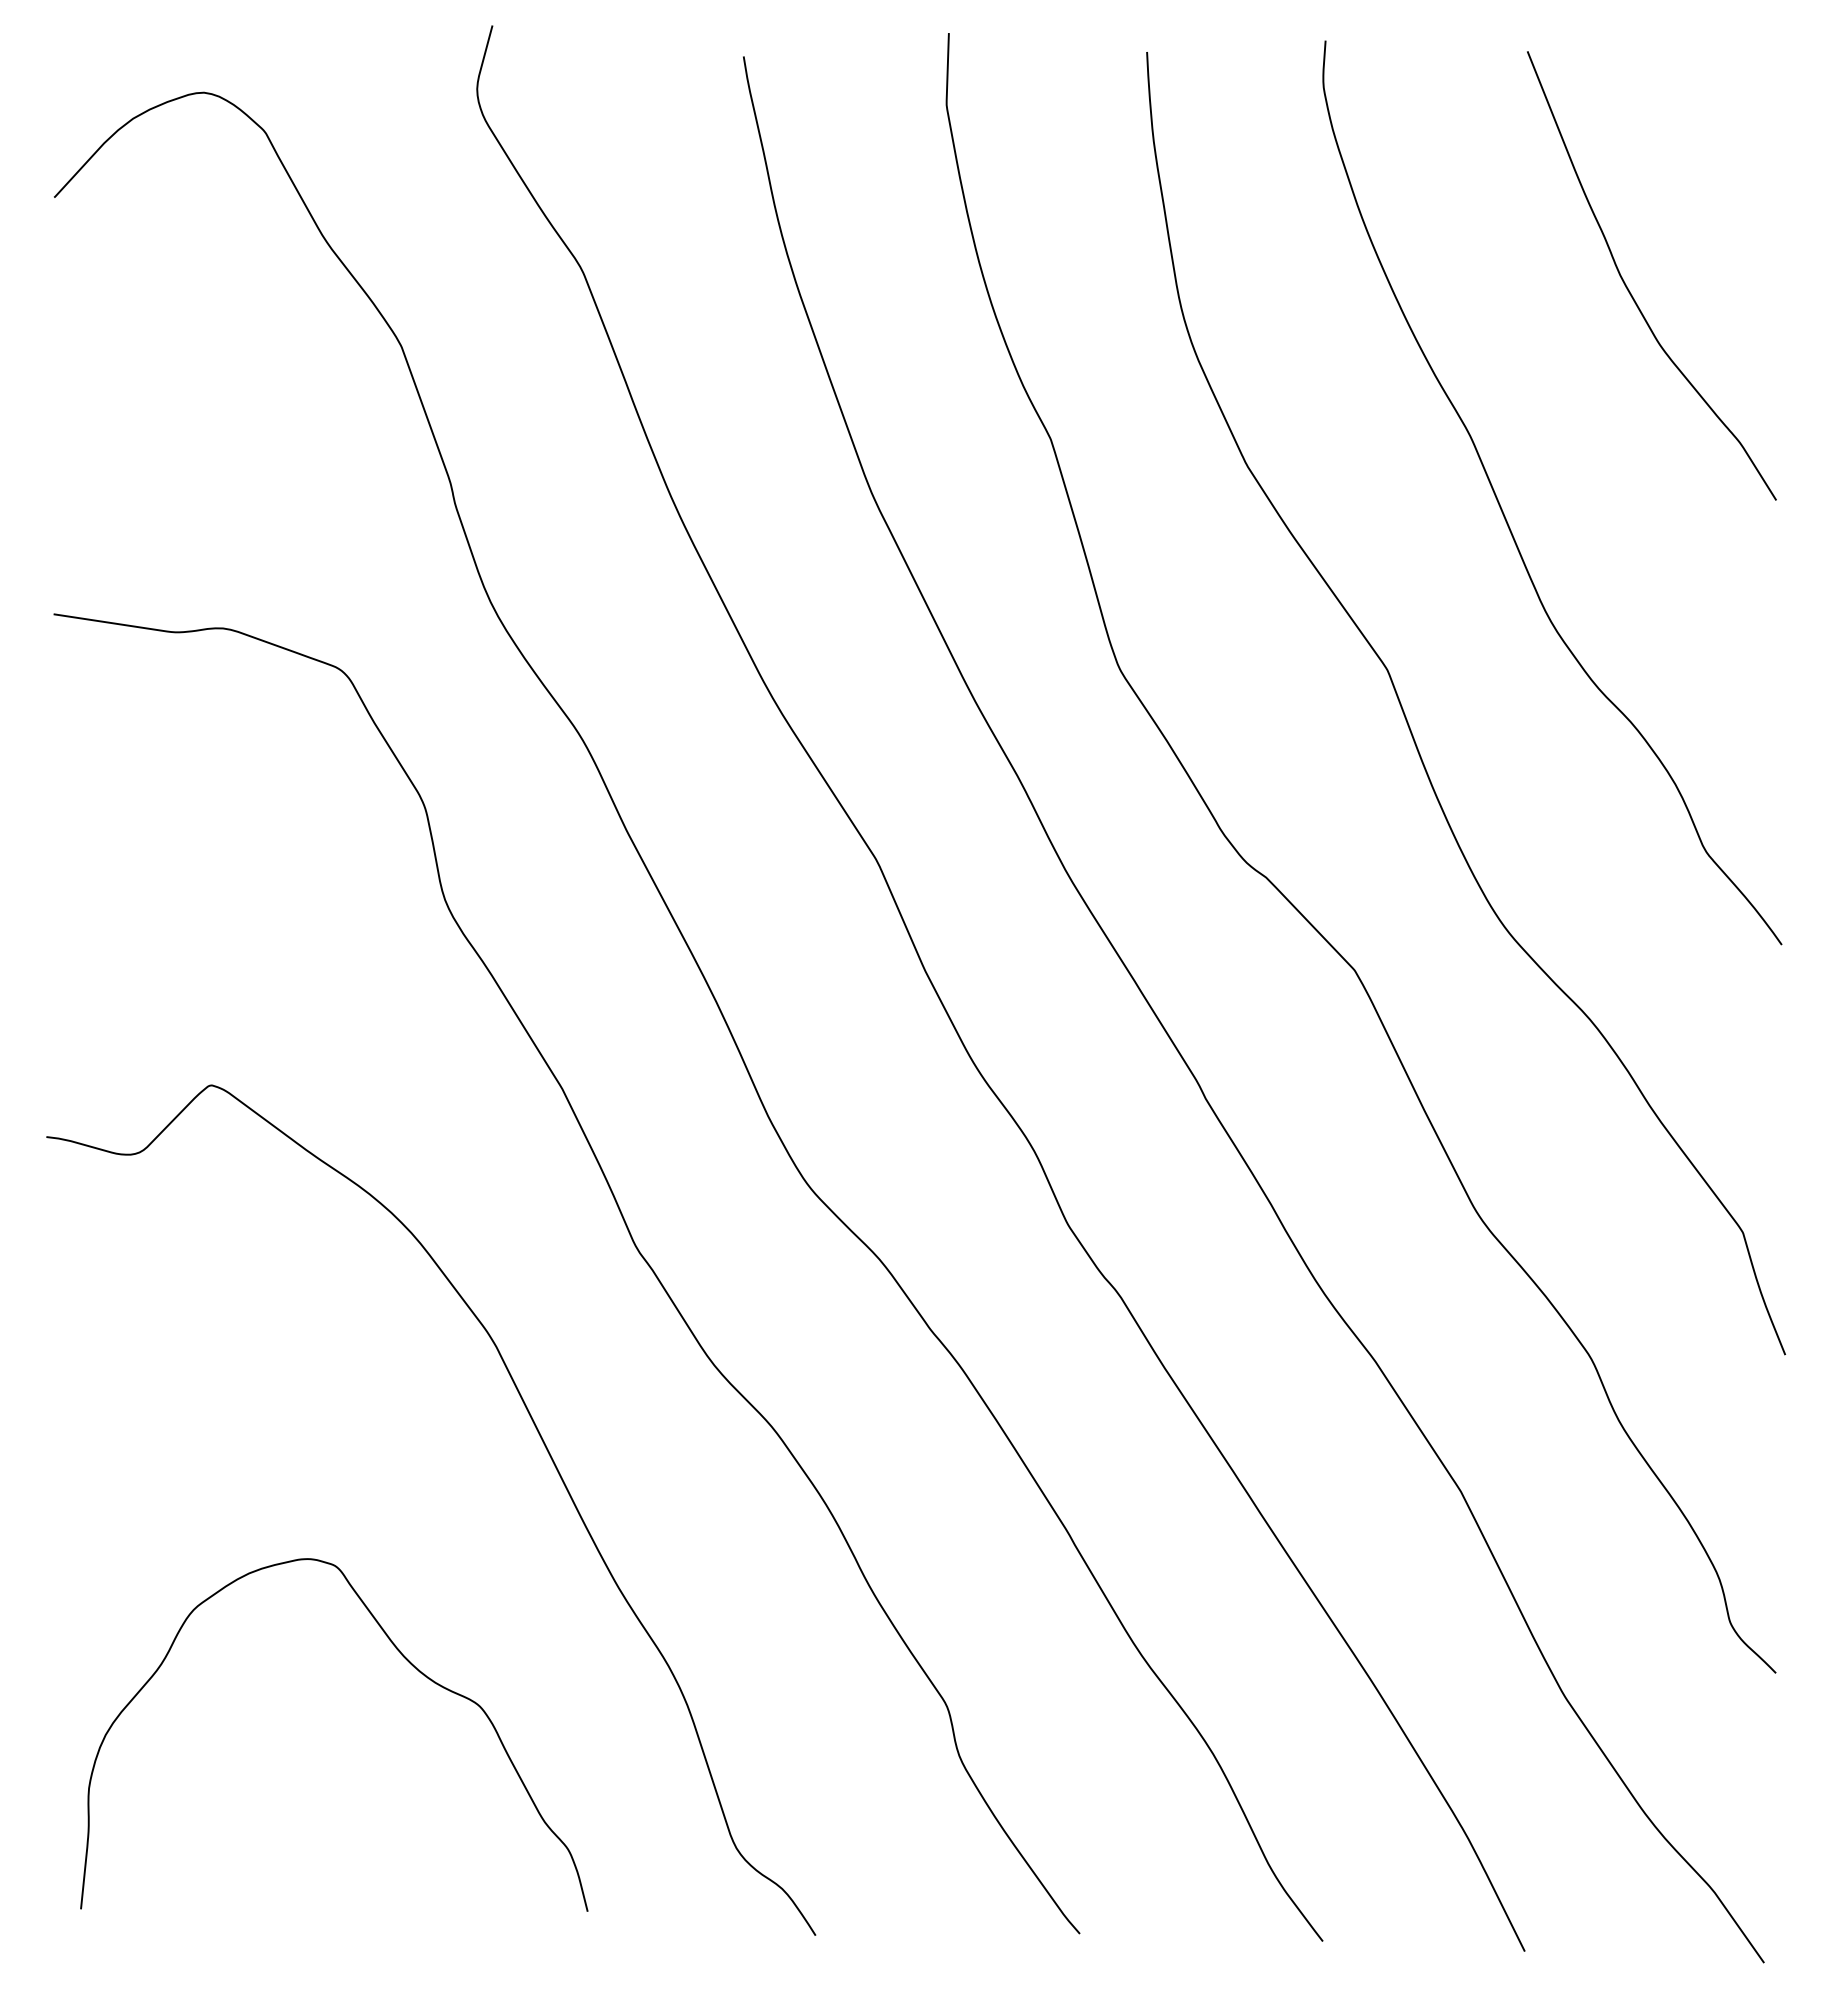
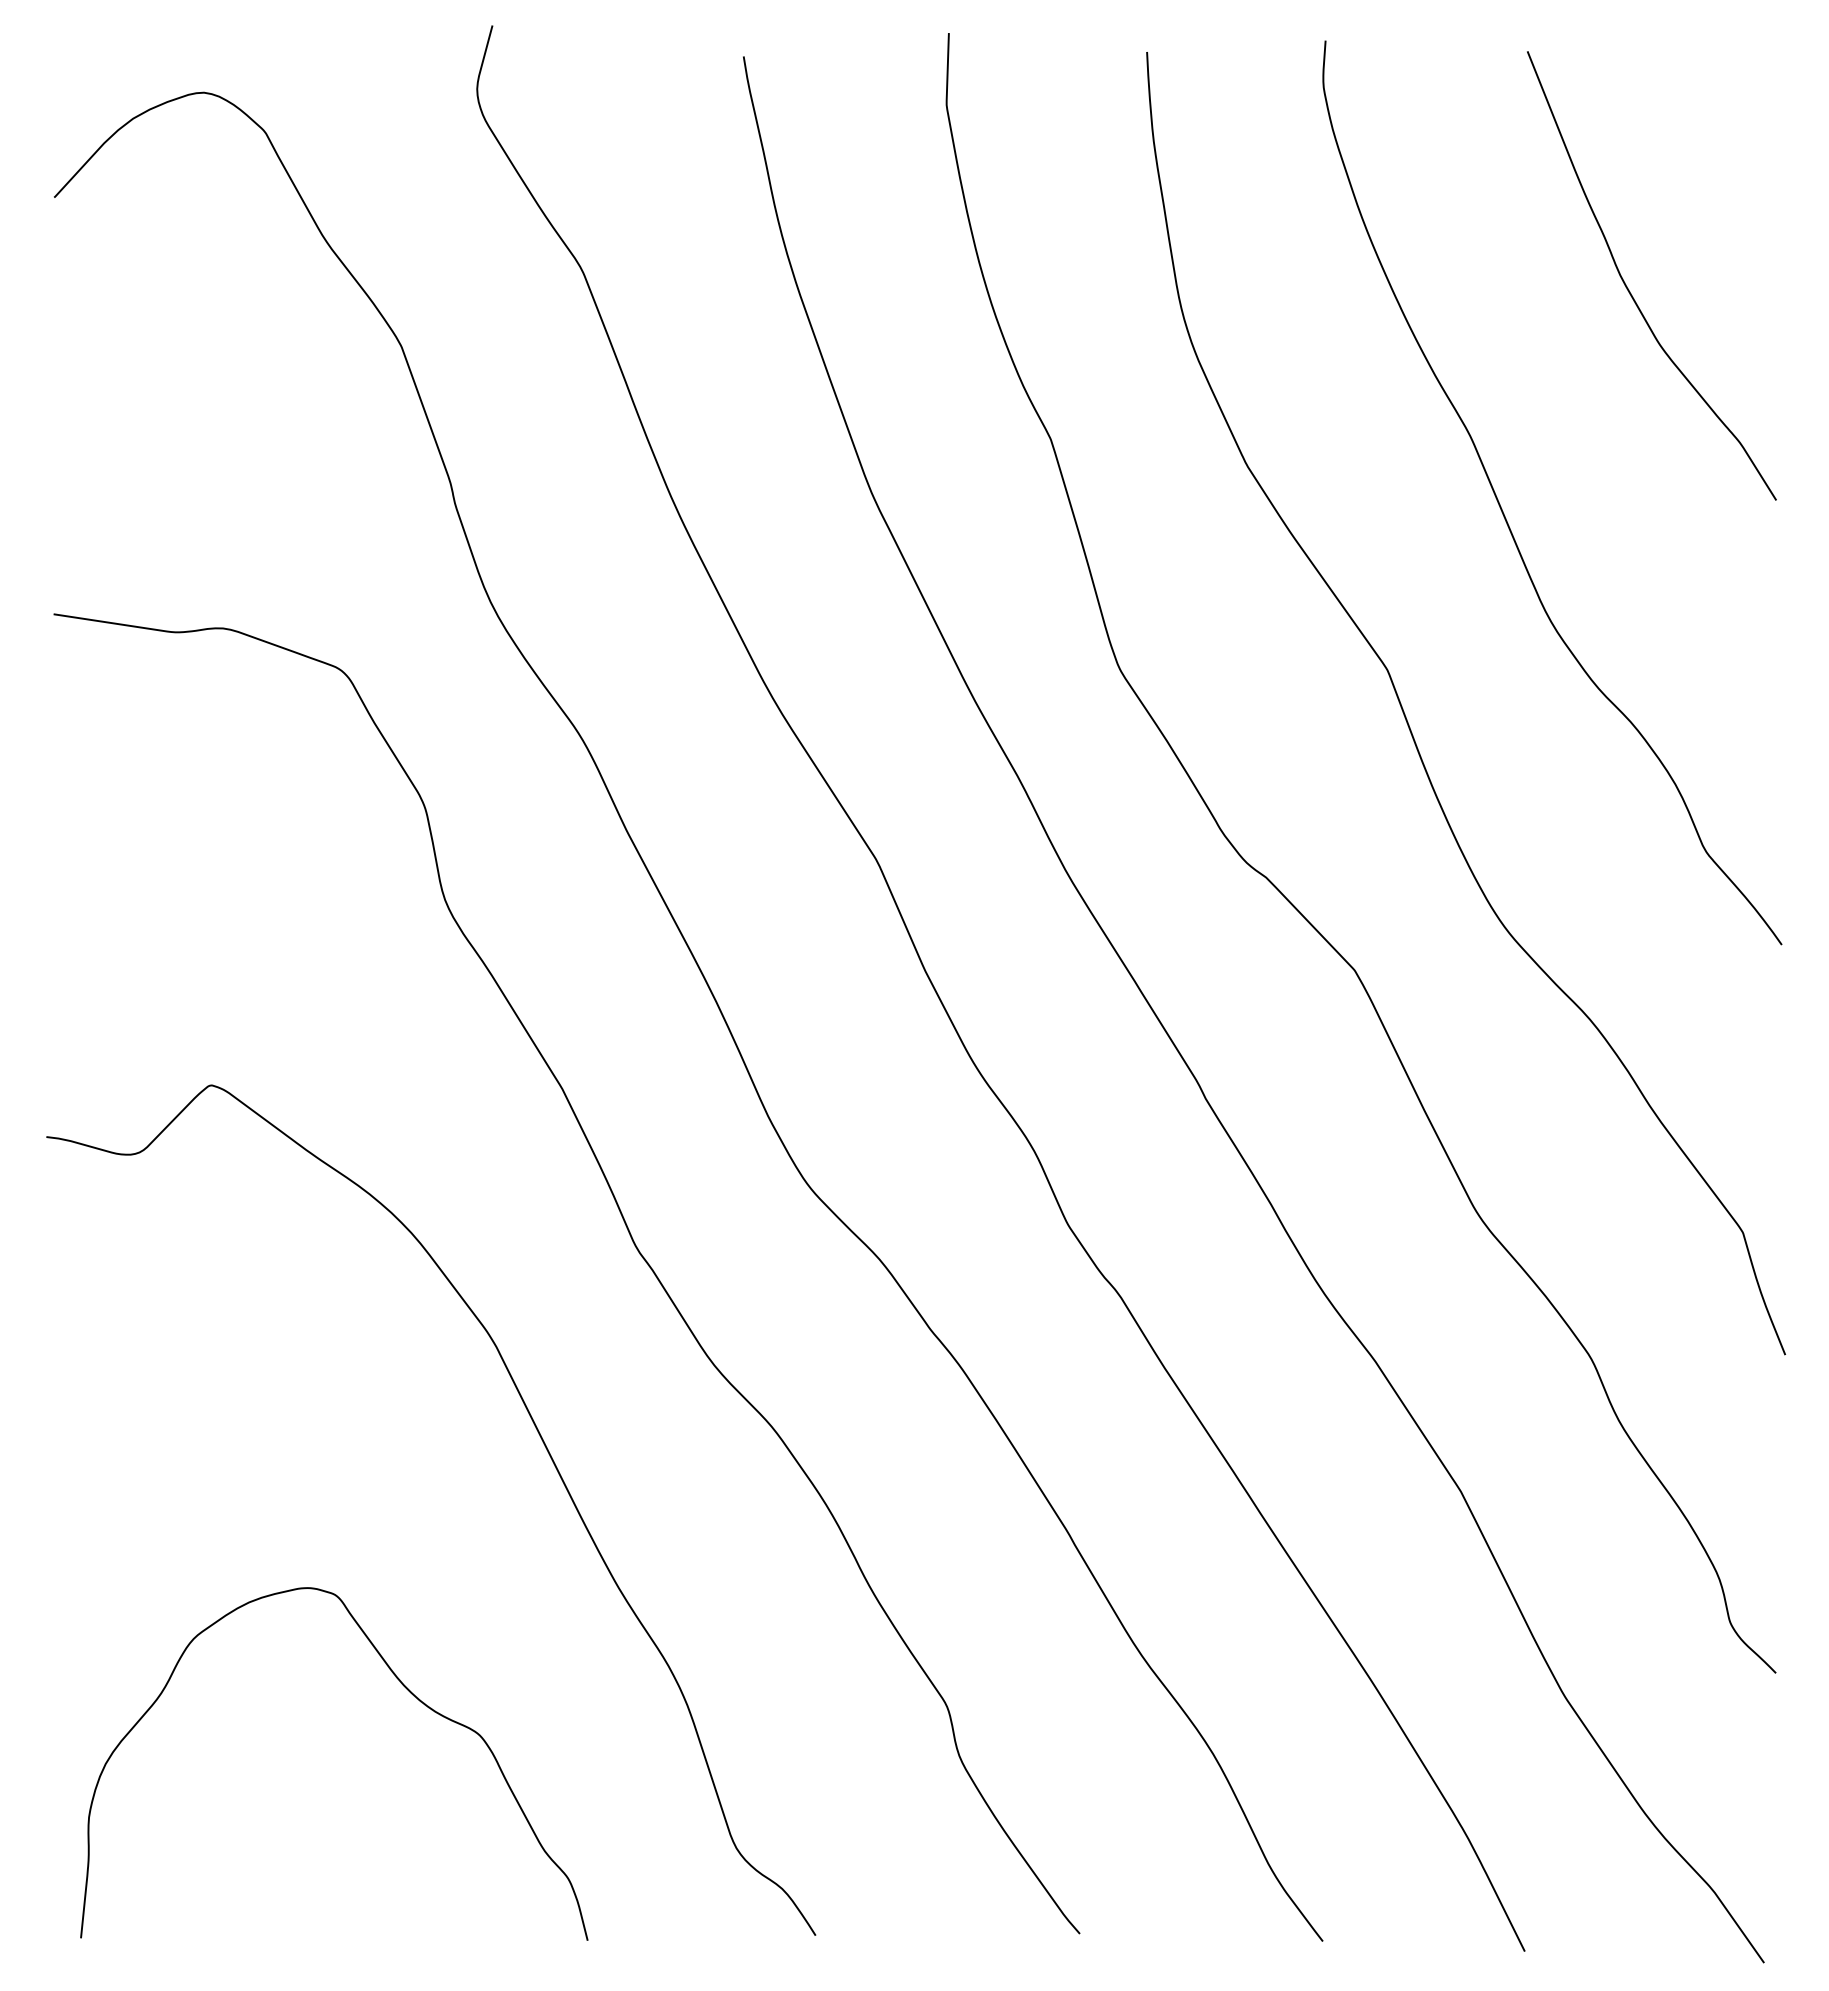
curve at (407, 1661) position: (407, 1661) -> (407, 1690)
